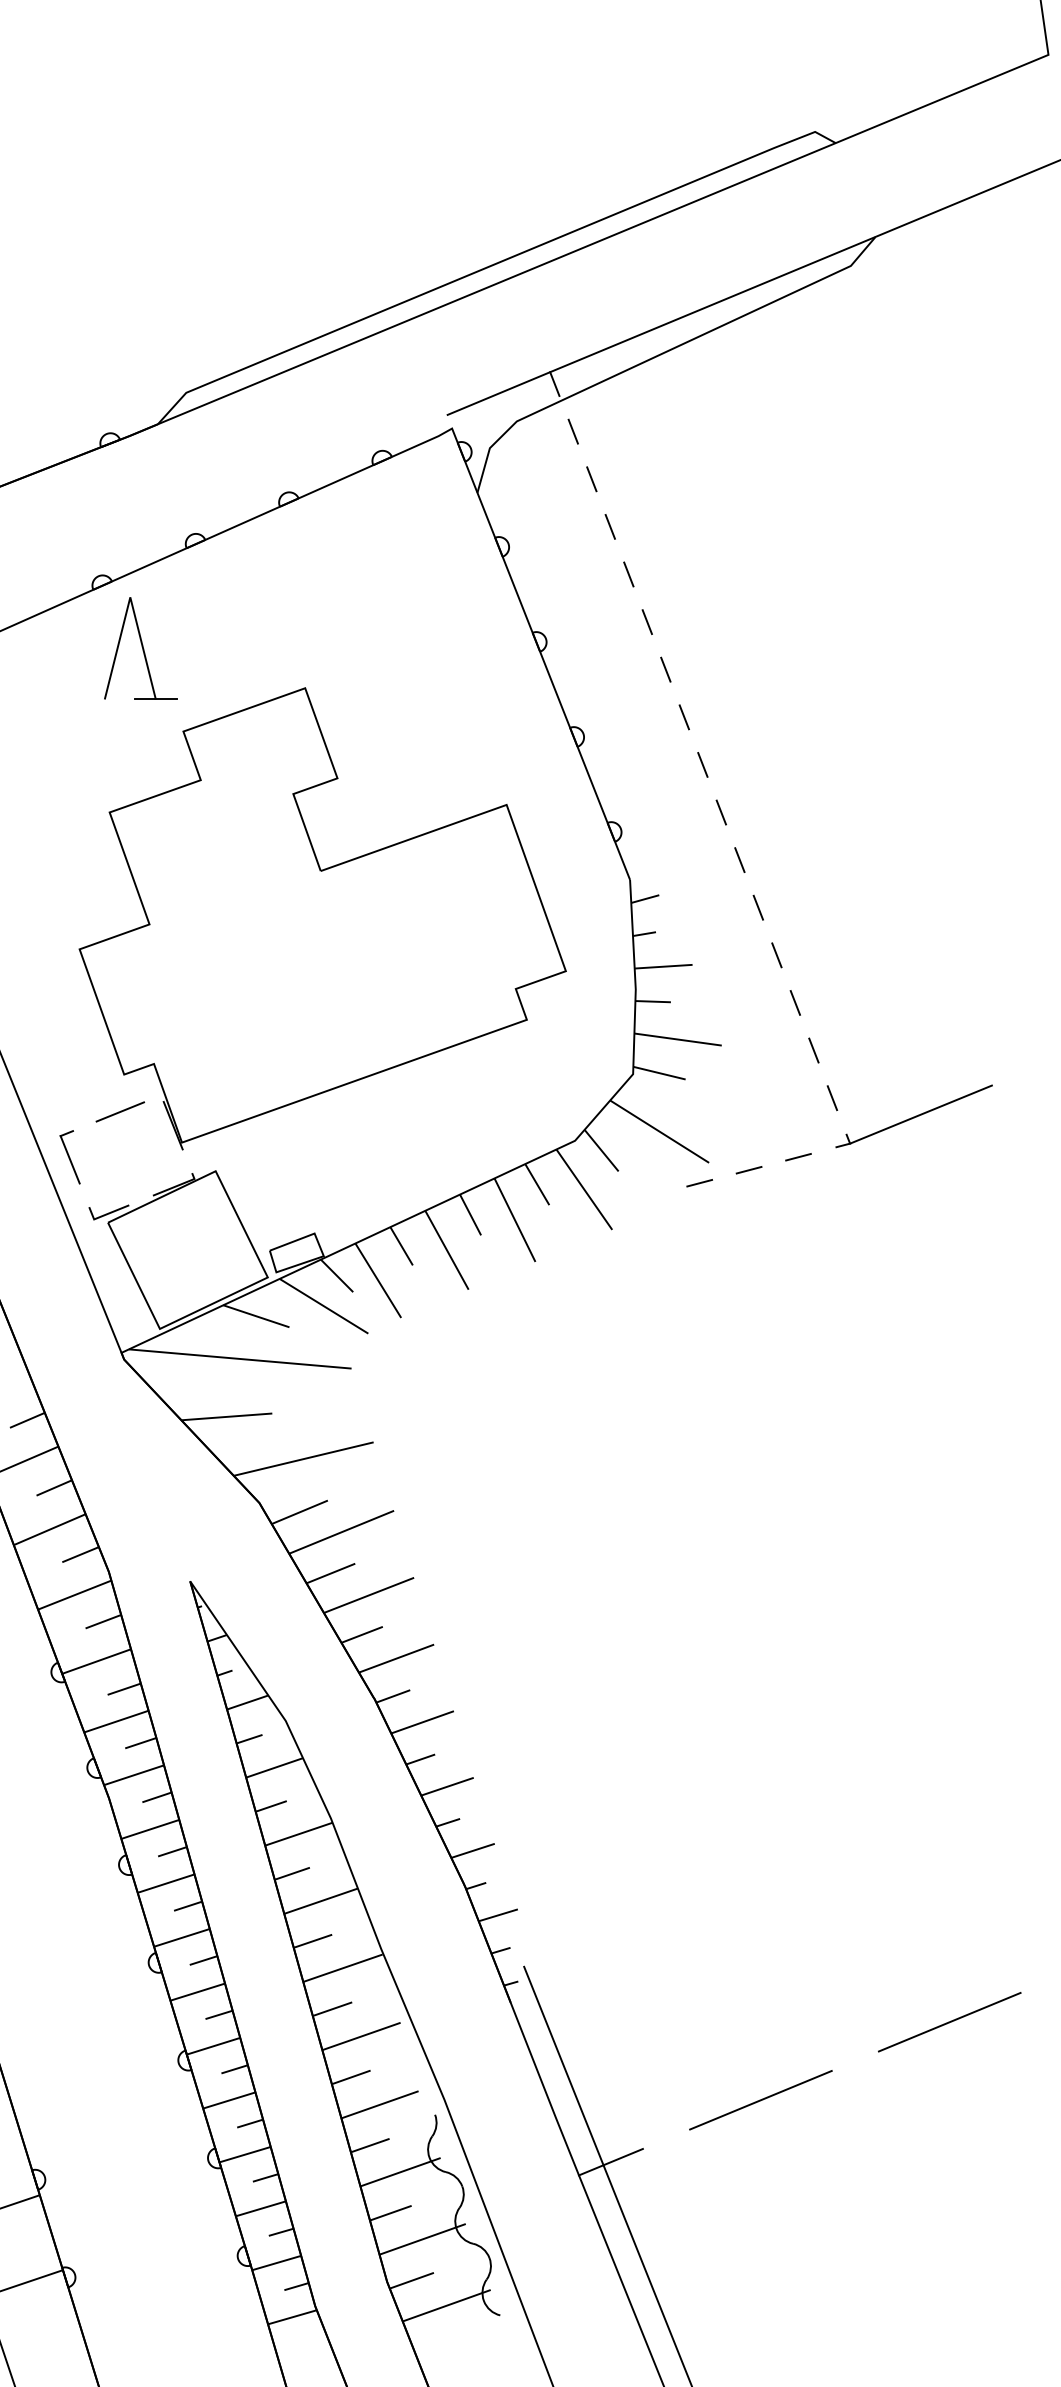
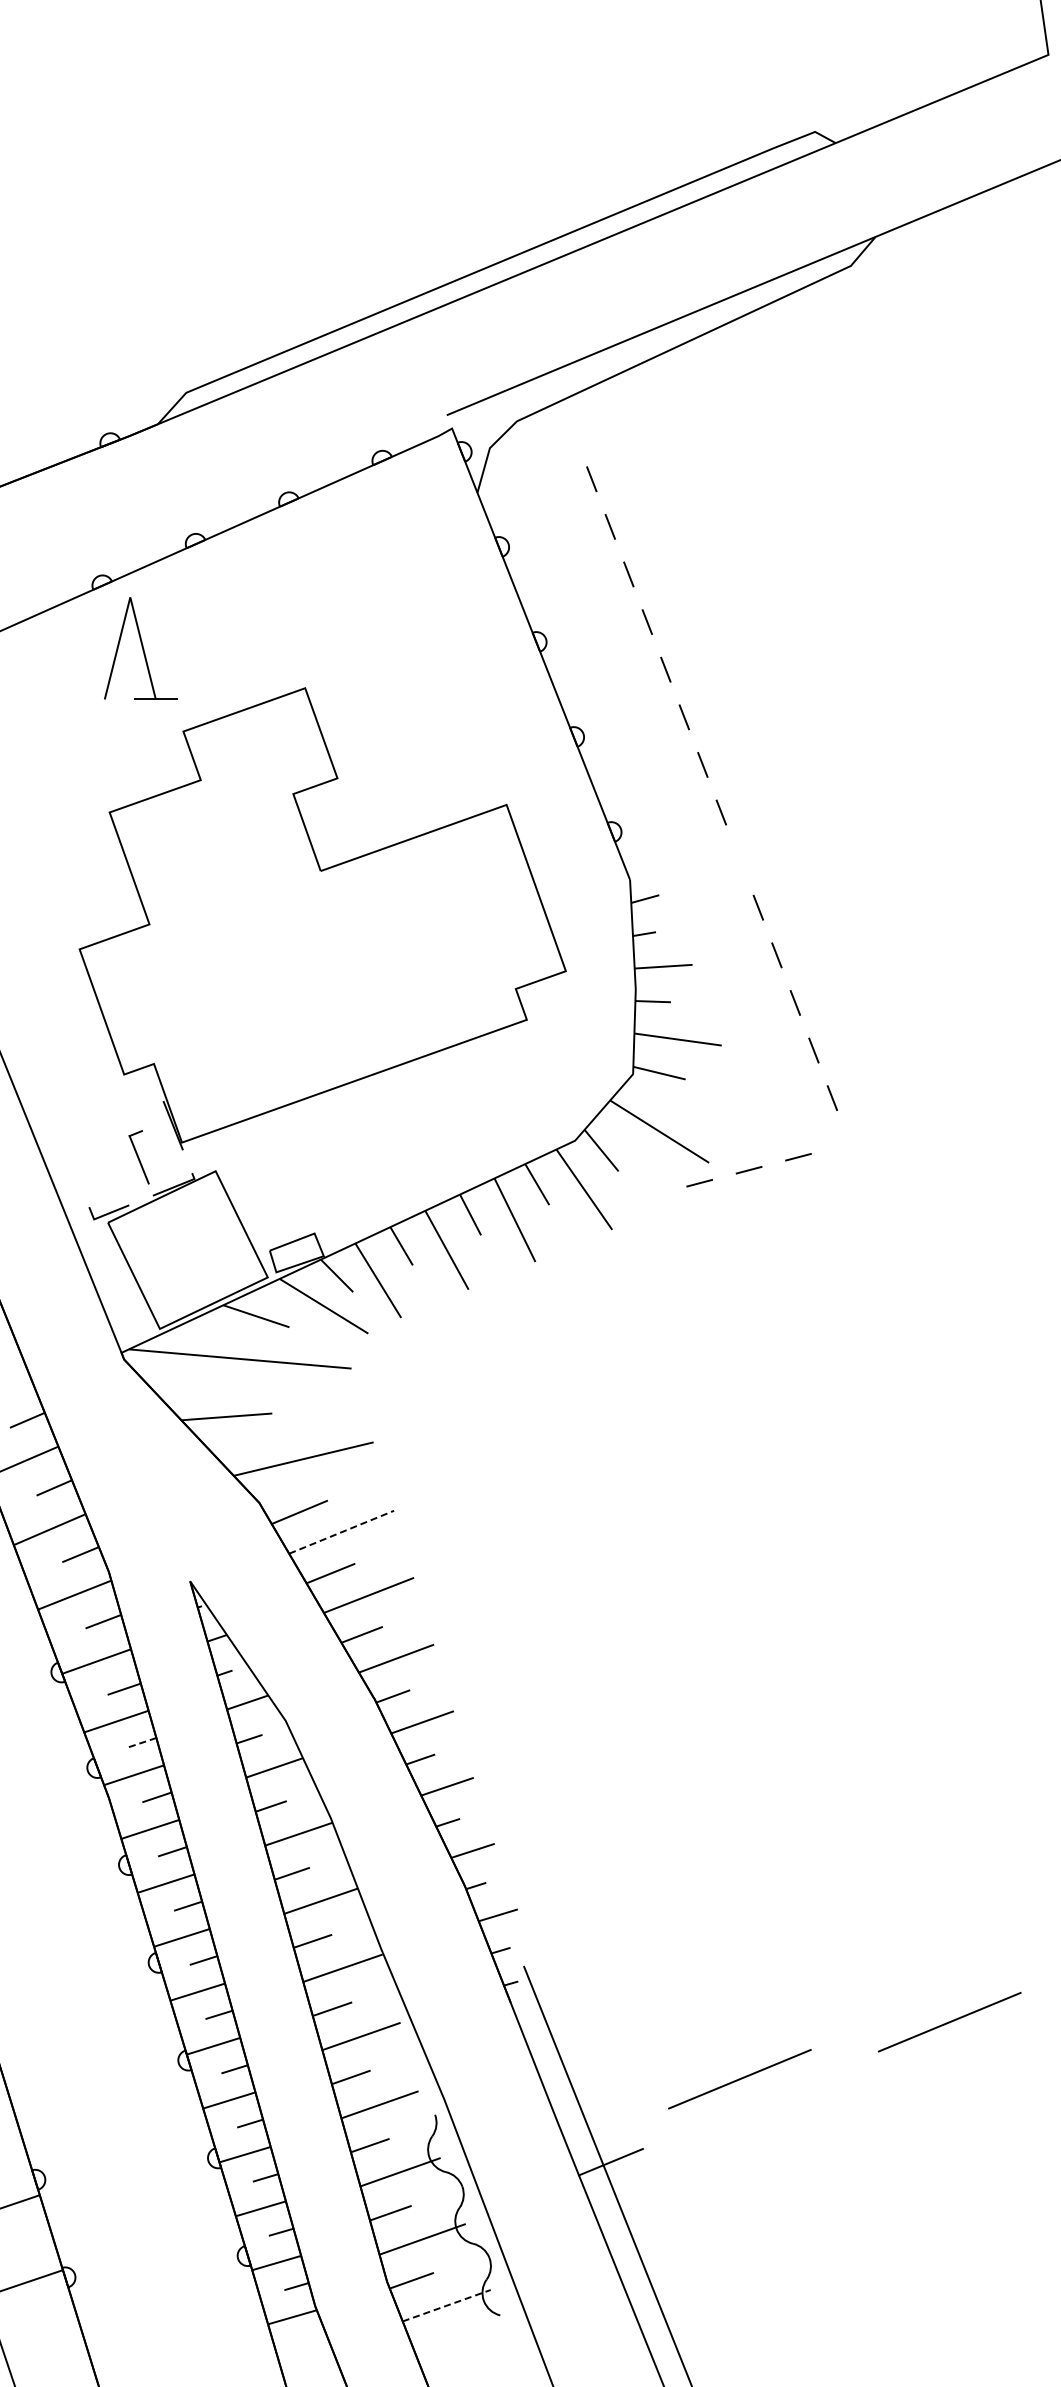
line at (554, 383): present -> none
line at (572, 431): present -> none
line at (739, 860): present -> none
line at (120, 1111): present -> none
part at (913, 1116): present -> none
part at (69, 1157) position: (69, 1157) -> (138, 1157)
line at (341, 1532): solid -> dashed
line at (140, 1743): solid -> dashed
line at (760, 2100) position: (760, 2100) -> (739, 2079)
line at (446, 2305): solid -> dashed
